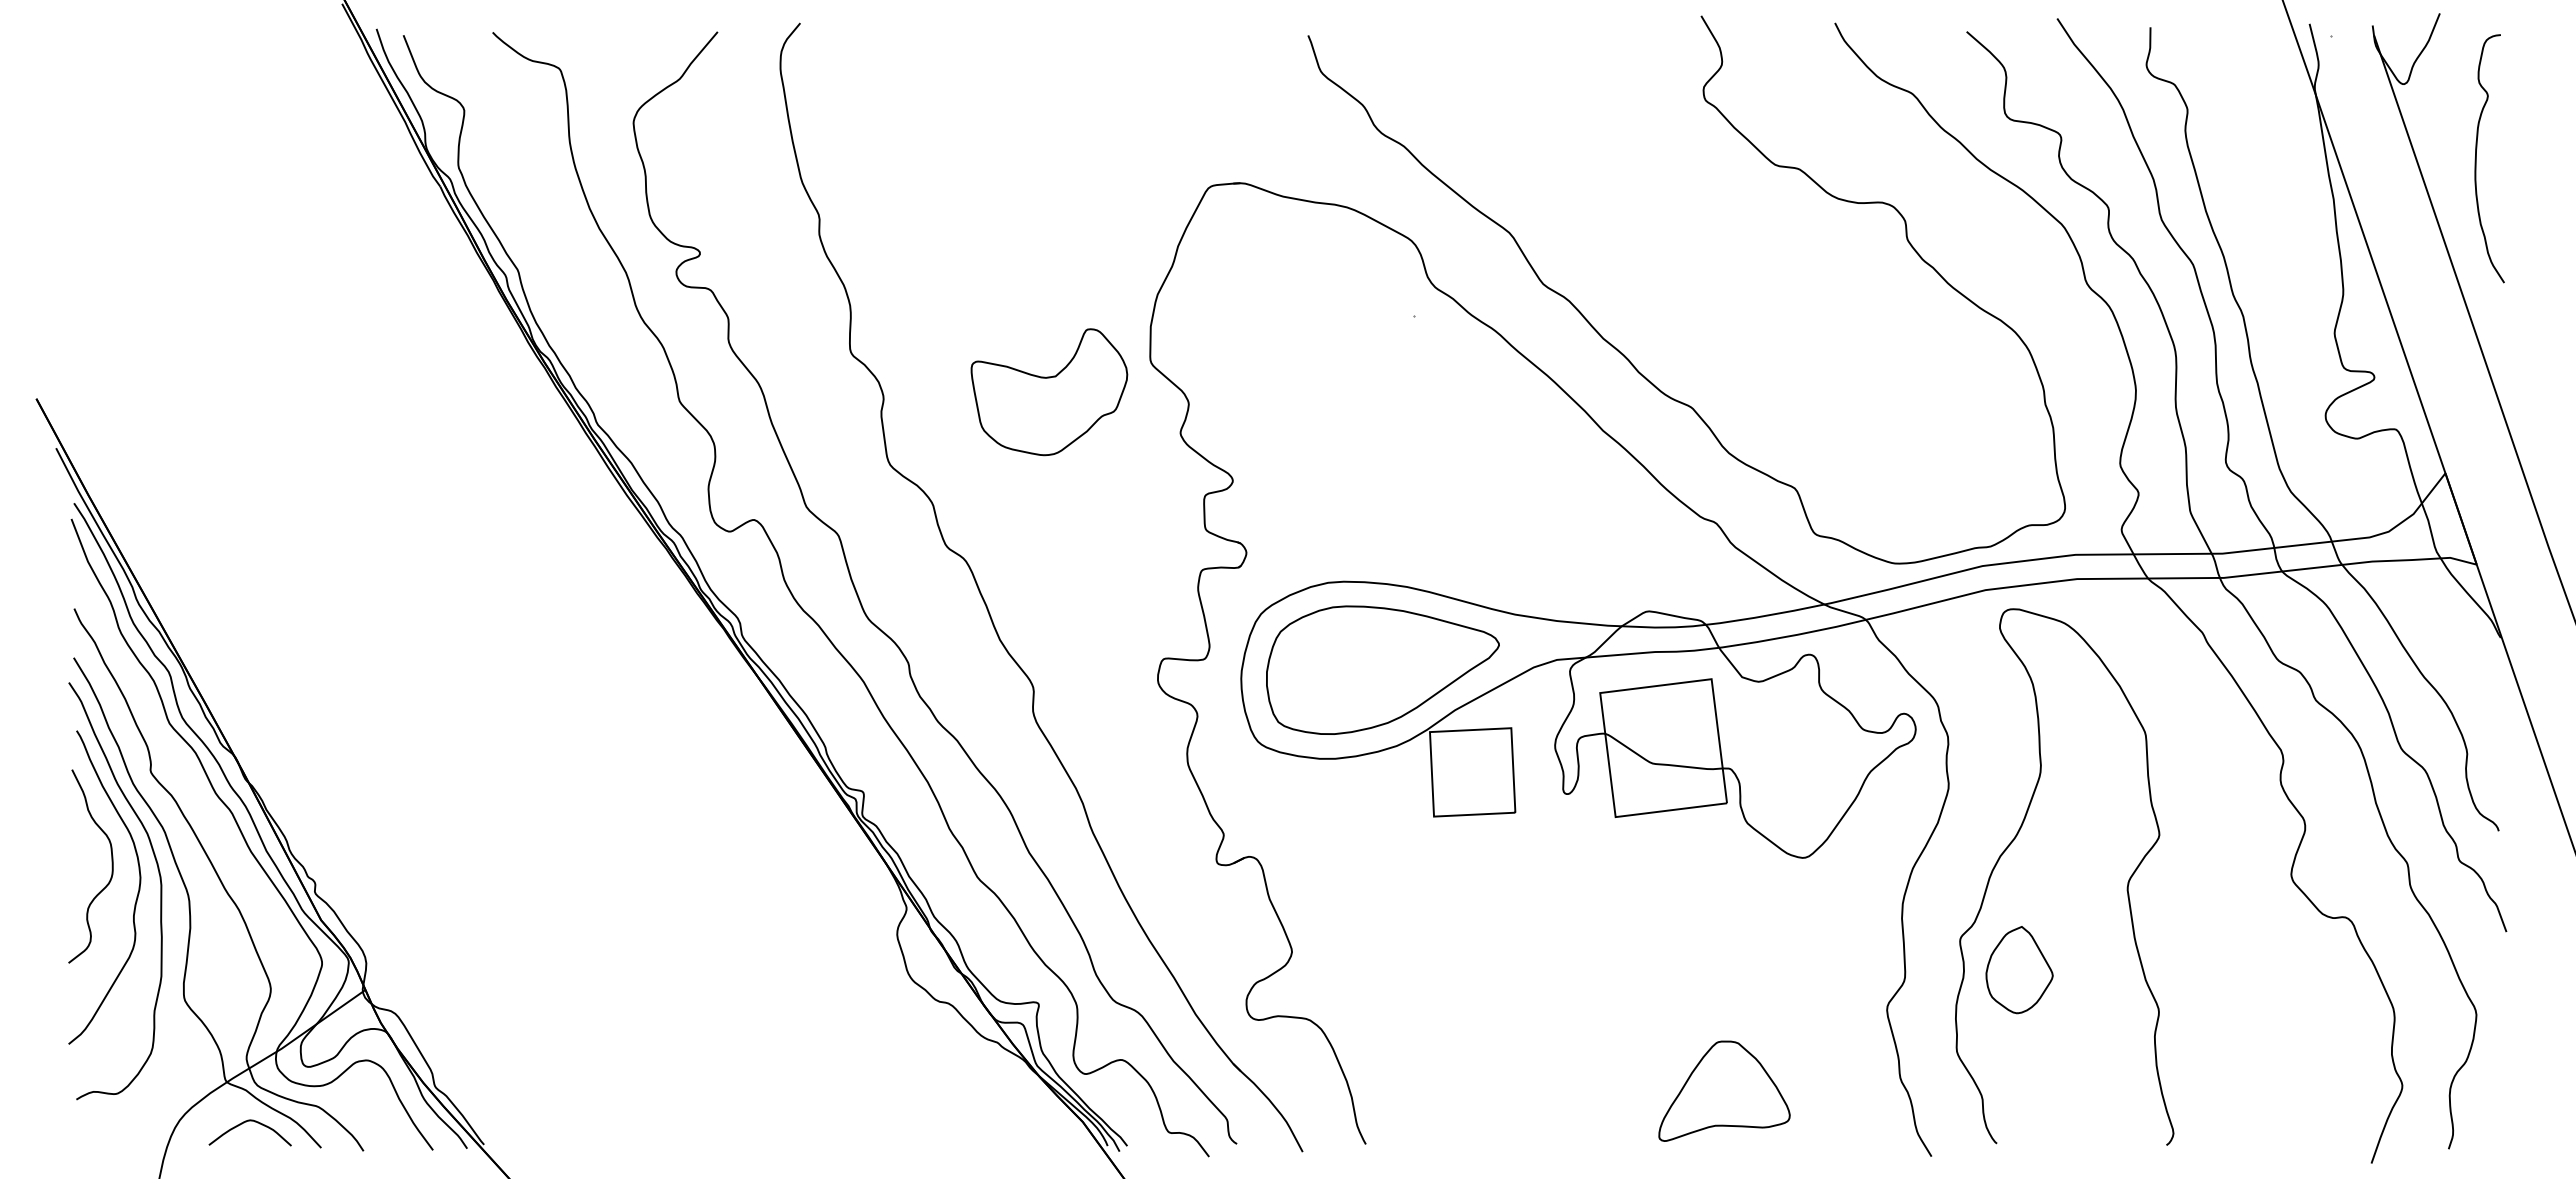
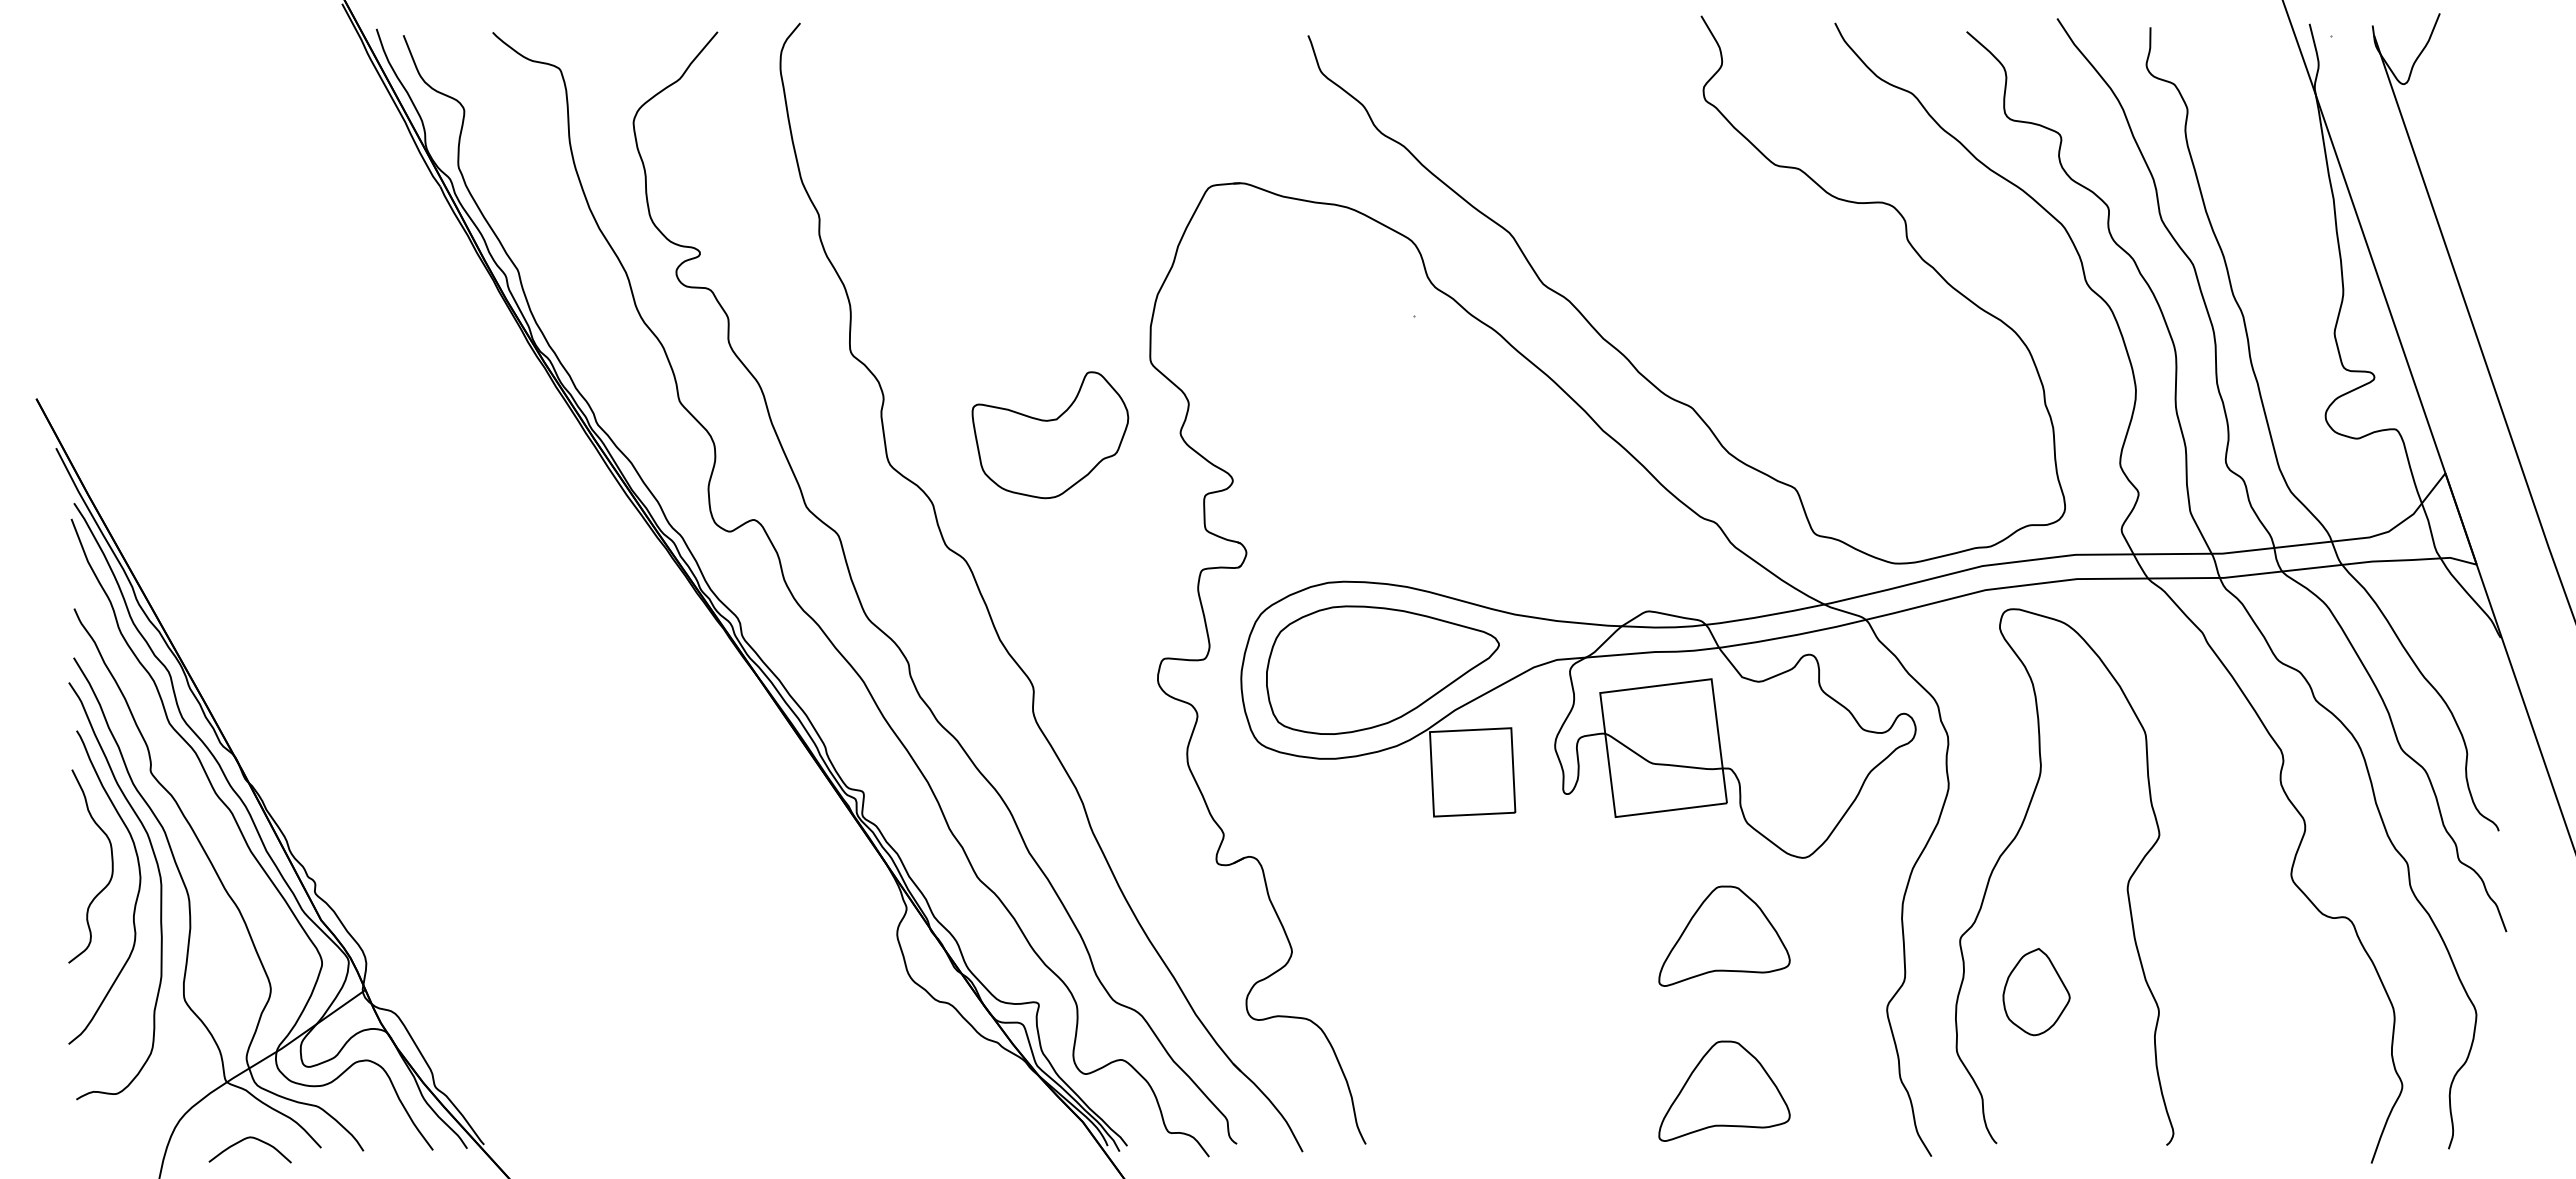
curve at (2476, 158): present -> none
part at (1049, 392) position: (1049, 392) -> (1050, 435)
part at (1724, 935): none -> present
part at (2019, 970) position: (2019, 970) -> (2036, 992)
curve at (244, 1123) position: (244, 1123) -> (244, 1140)
